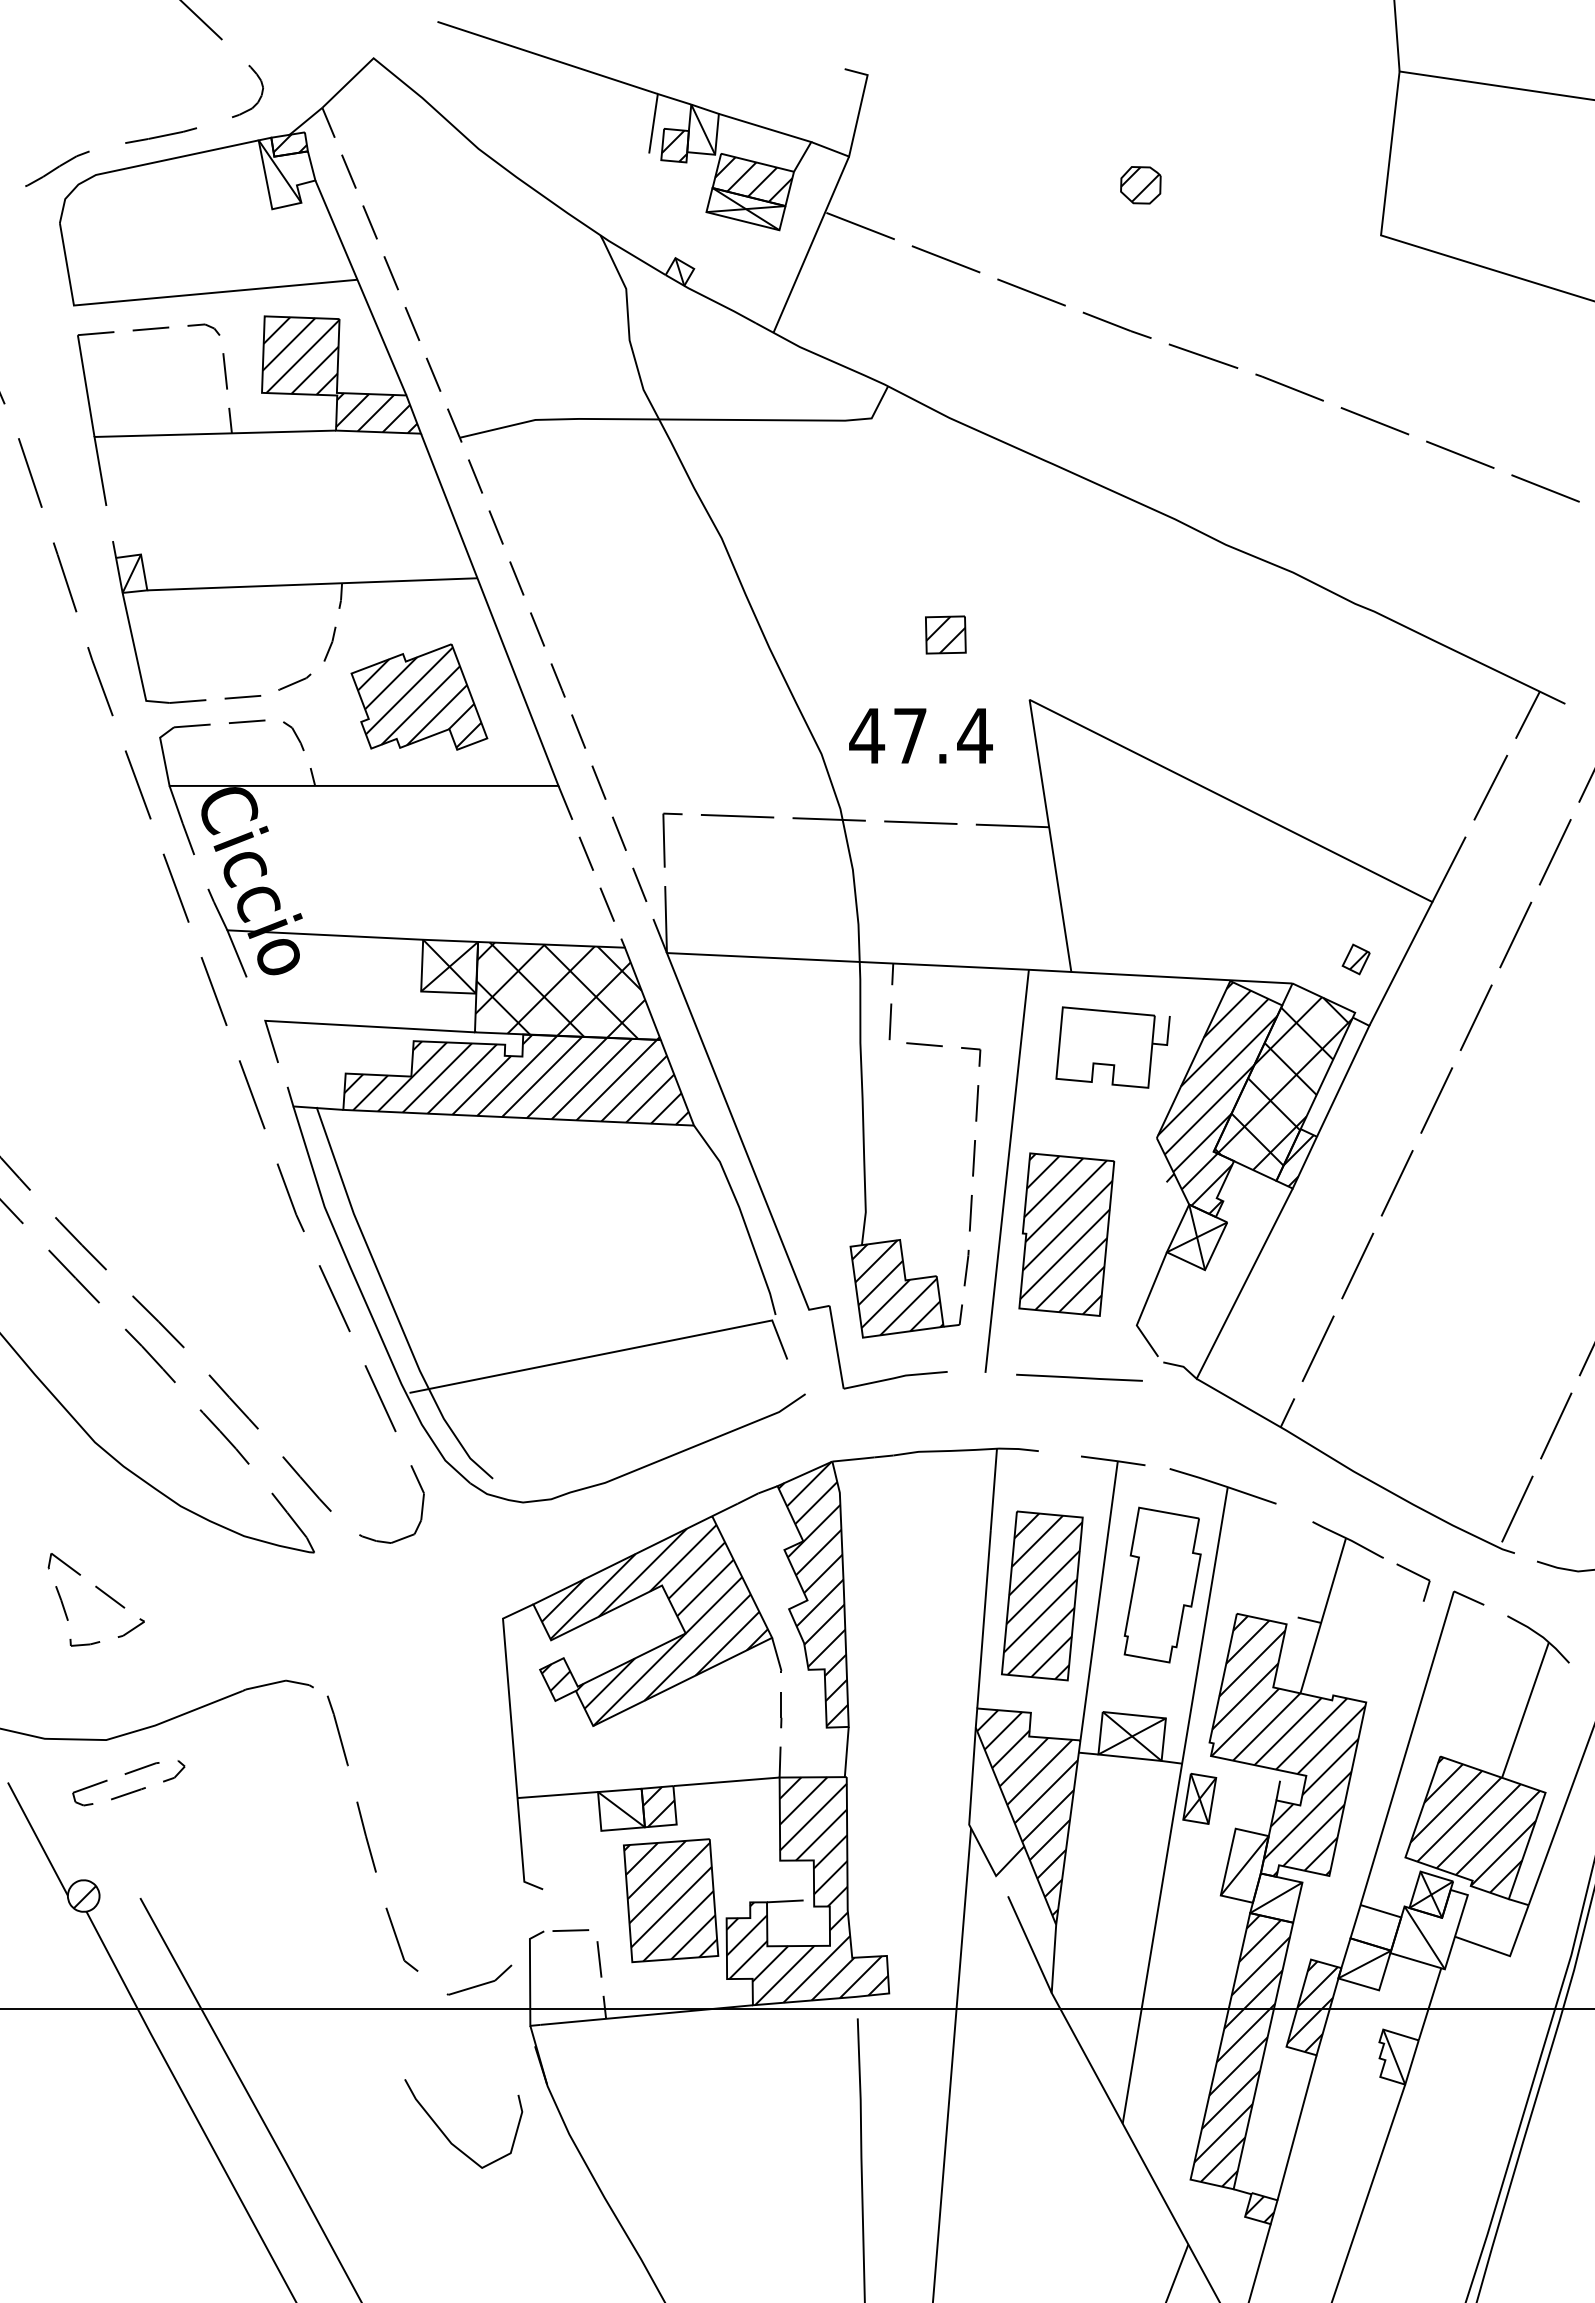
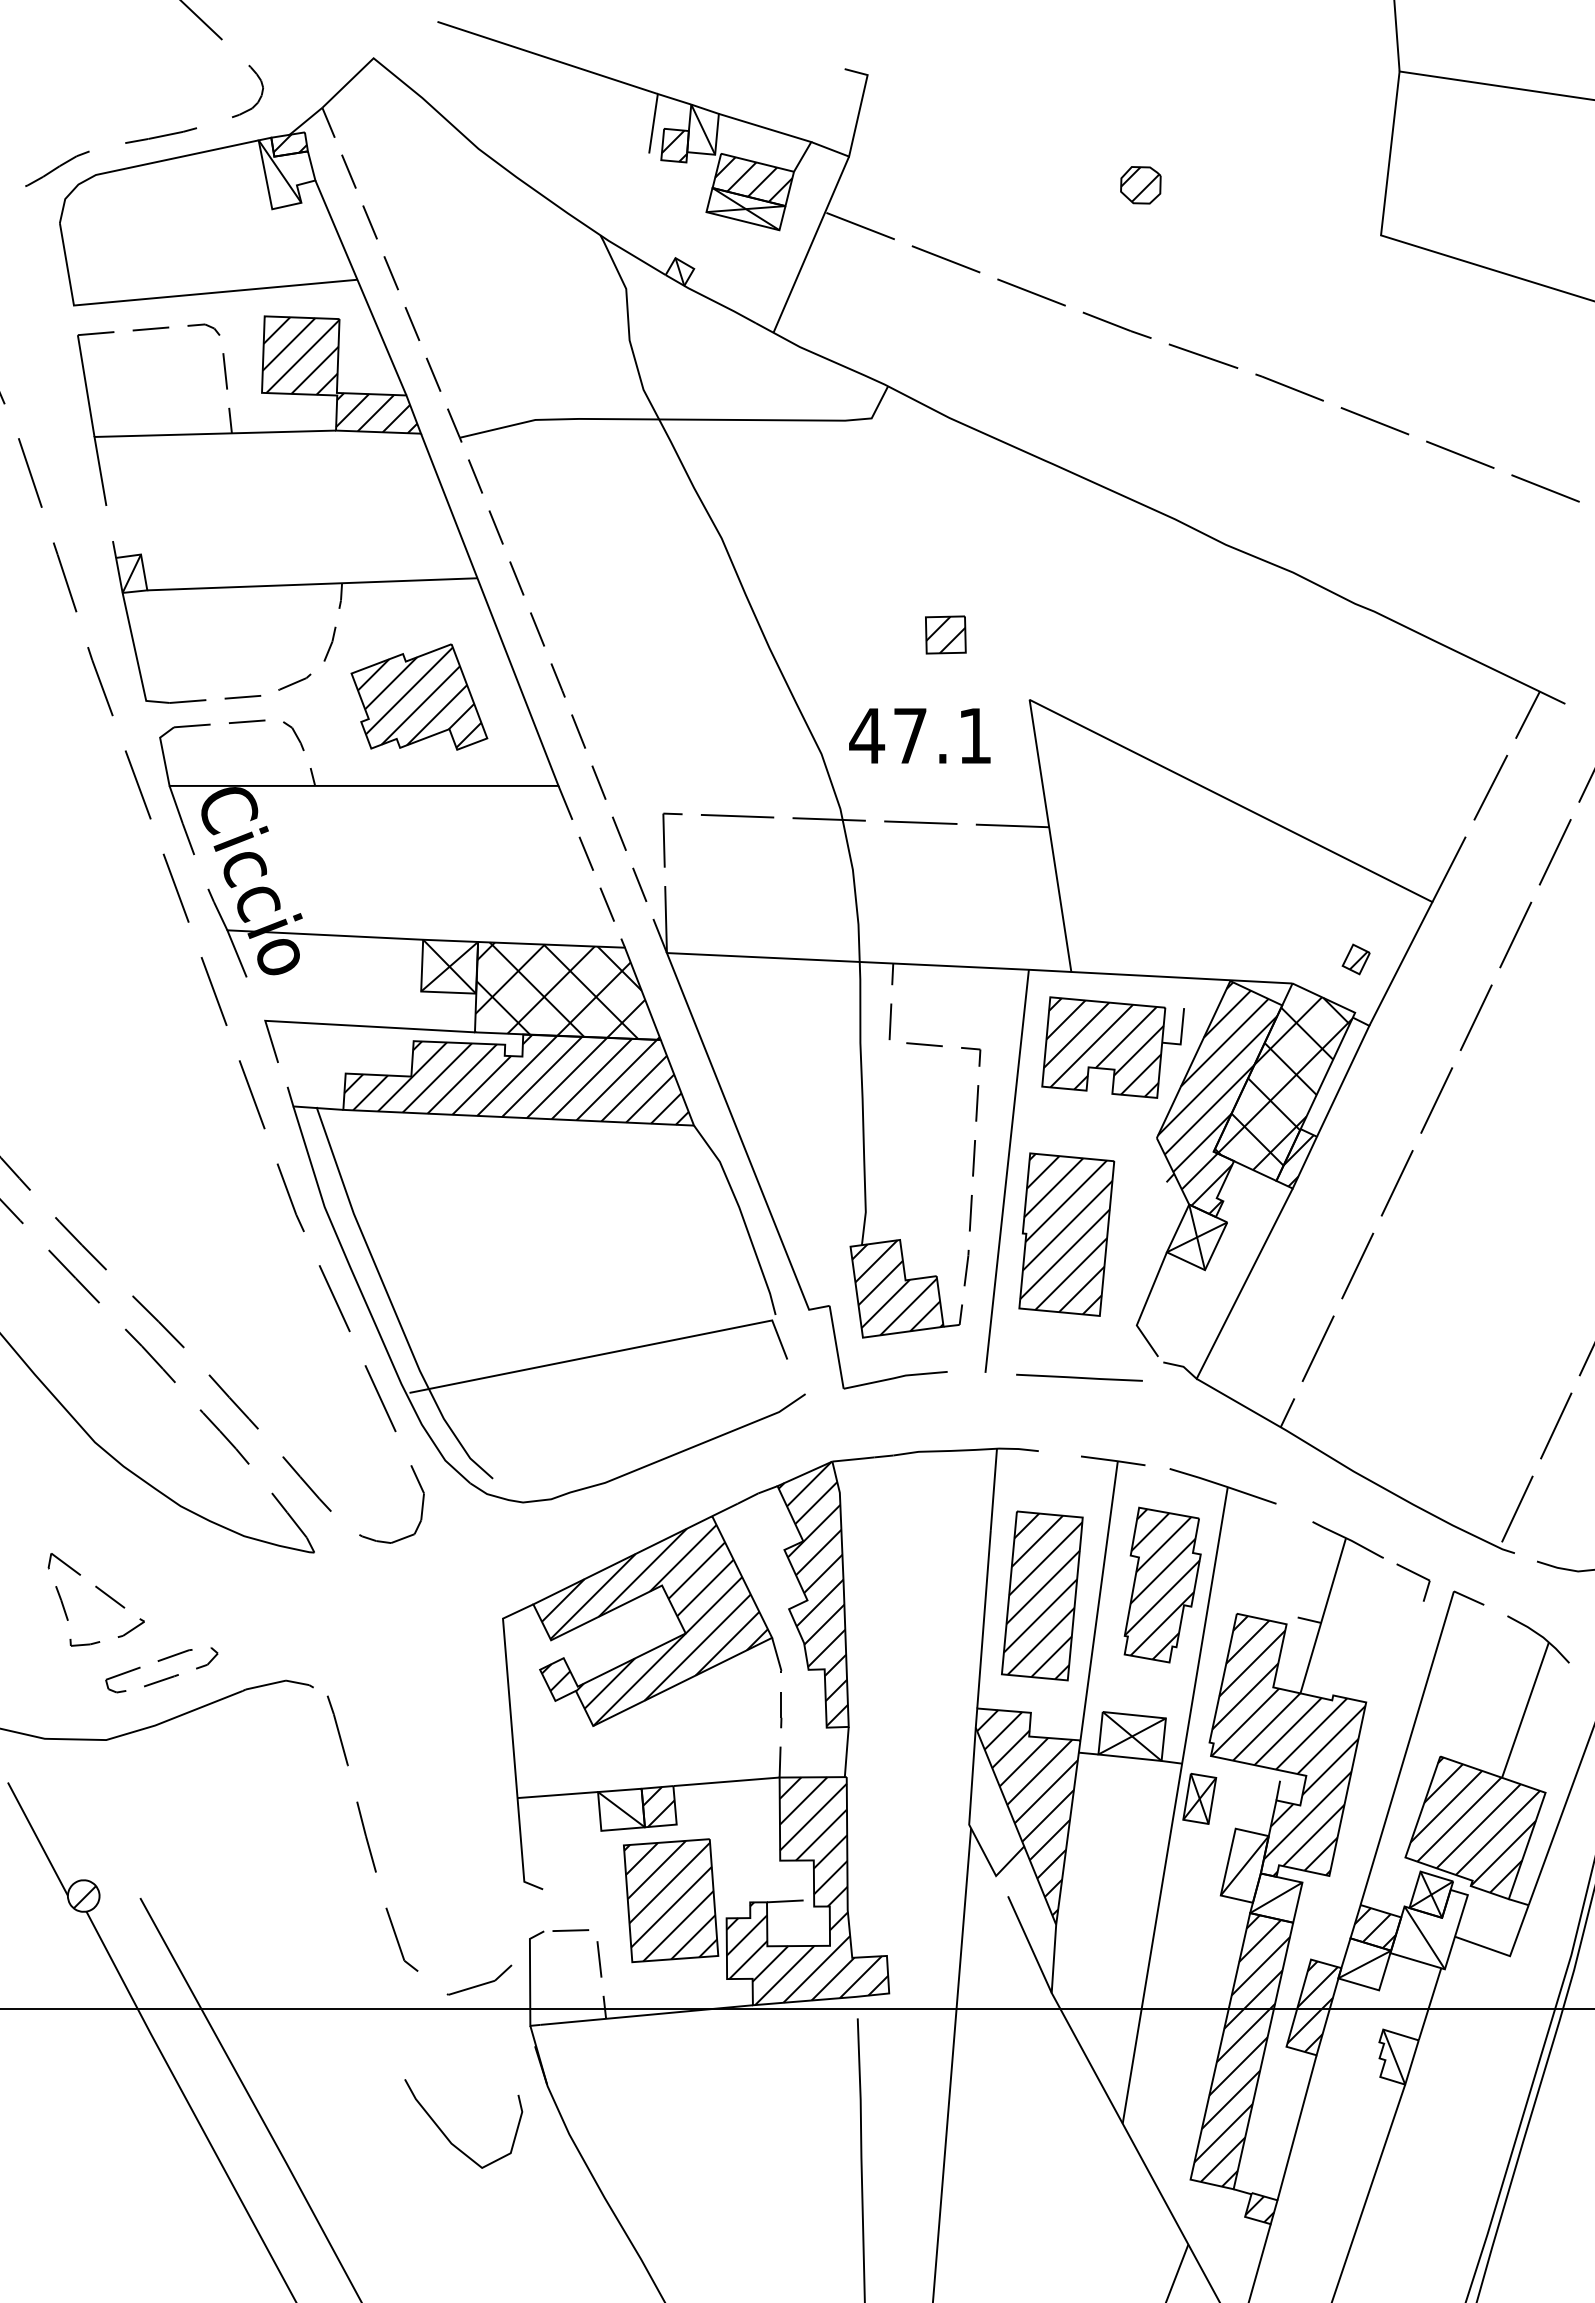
text at (974, 735): 47.4 -> 47.1
part at (1112, 1047) size: 116x83 px -> 144x103 px
hatch at (1161, 1584): none -> present
part at (131, 1791) position: (131, 1791) -> (164, 1678)
hatch at (1374, 1928): none -> present
